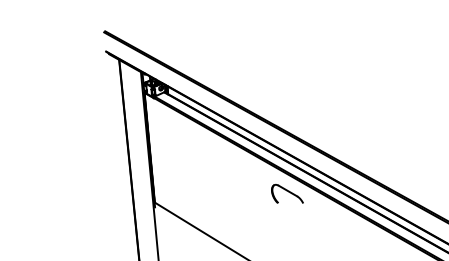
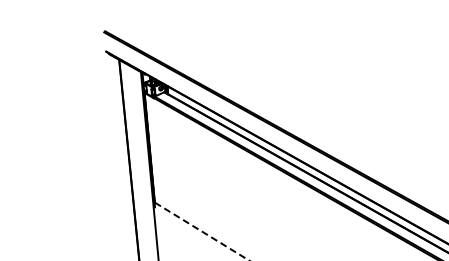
part at (287, 193): present -> none
line at (202, 231): solid -> dashed
